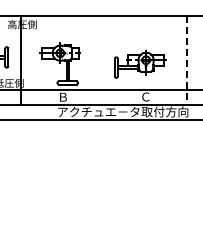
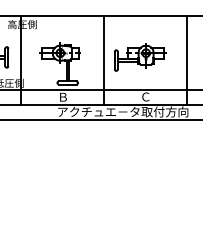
line at (103, 60): none -> present
line at (186, 61): dashed -> solid
part at (140, 64) position: (140, 64) -> (140, 57)
